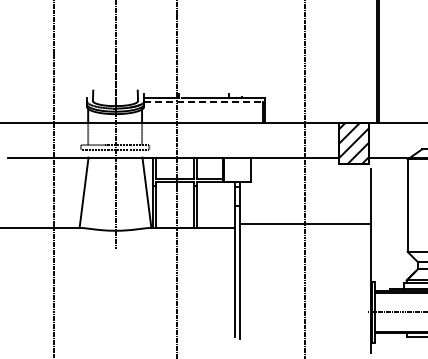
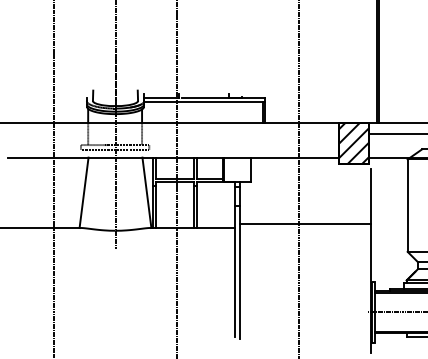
line at (204, 102): dashed -> solid
line at (396, 133): none -> present
line at (304, 178) position: (304, 178) -> (298, 178)
